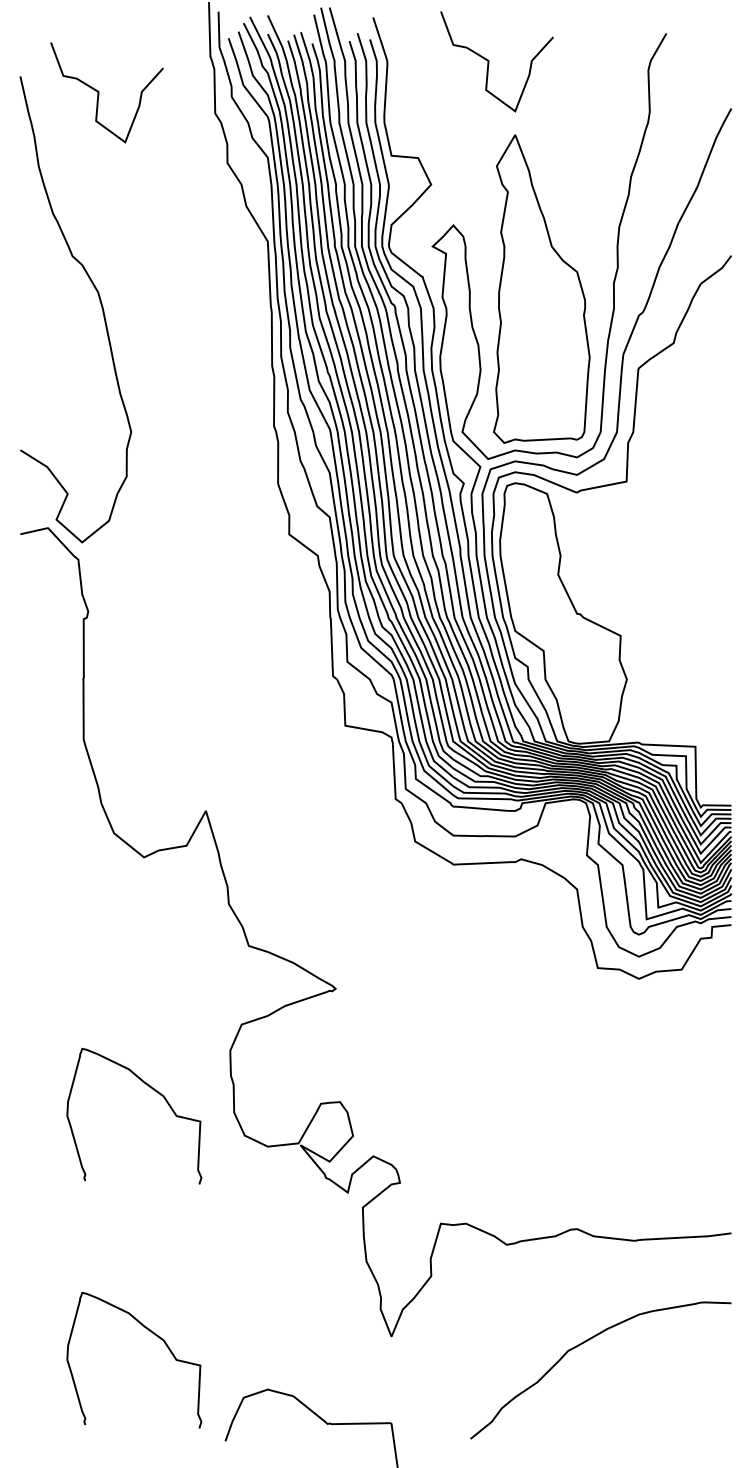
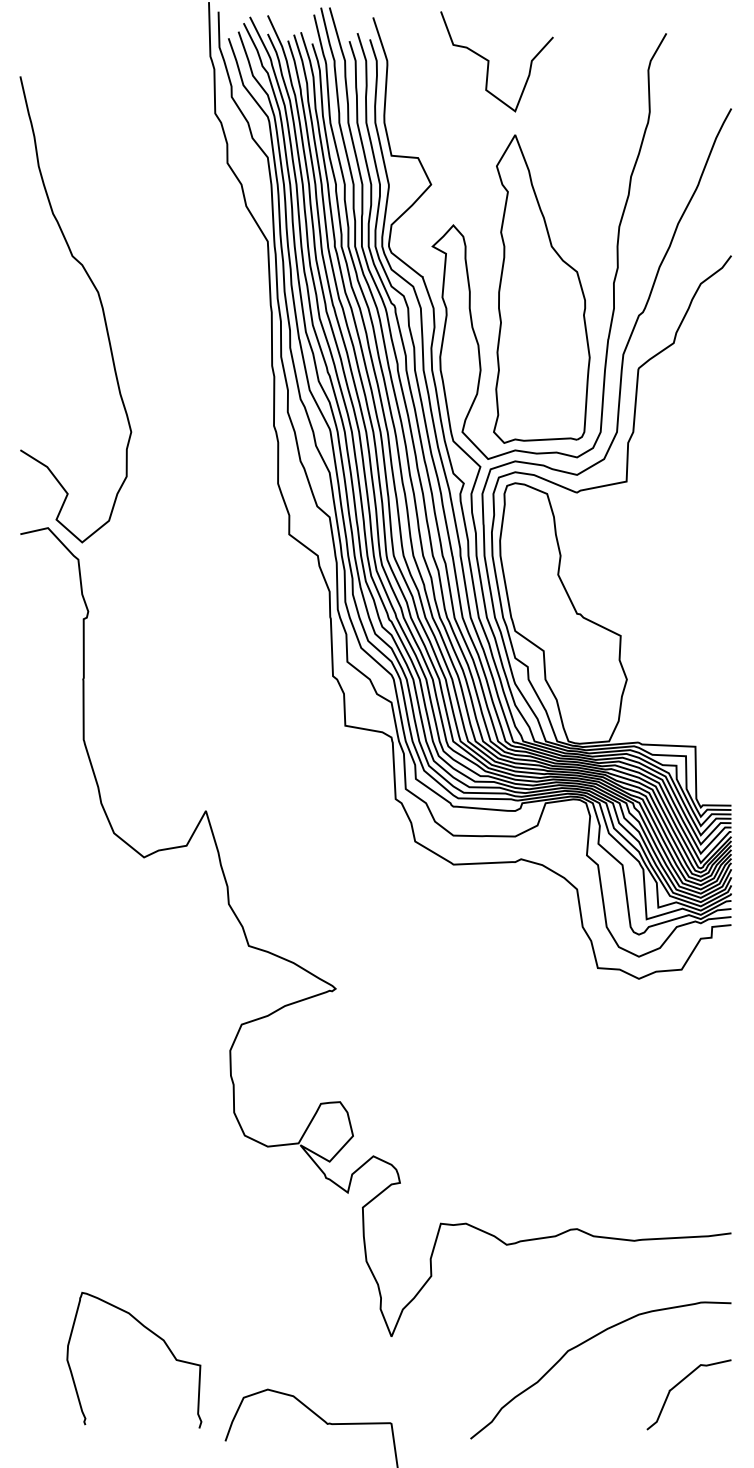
curve at (99, 92): present -> none
curve at (153, 1090): present -> none
curve at (679, 1384): none -> present
